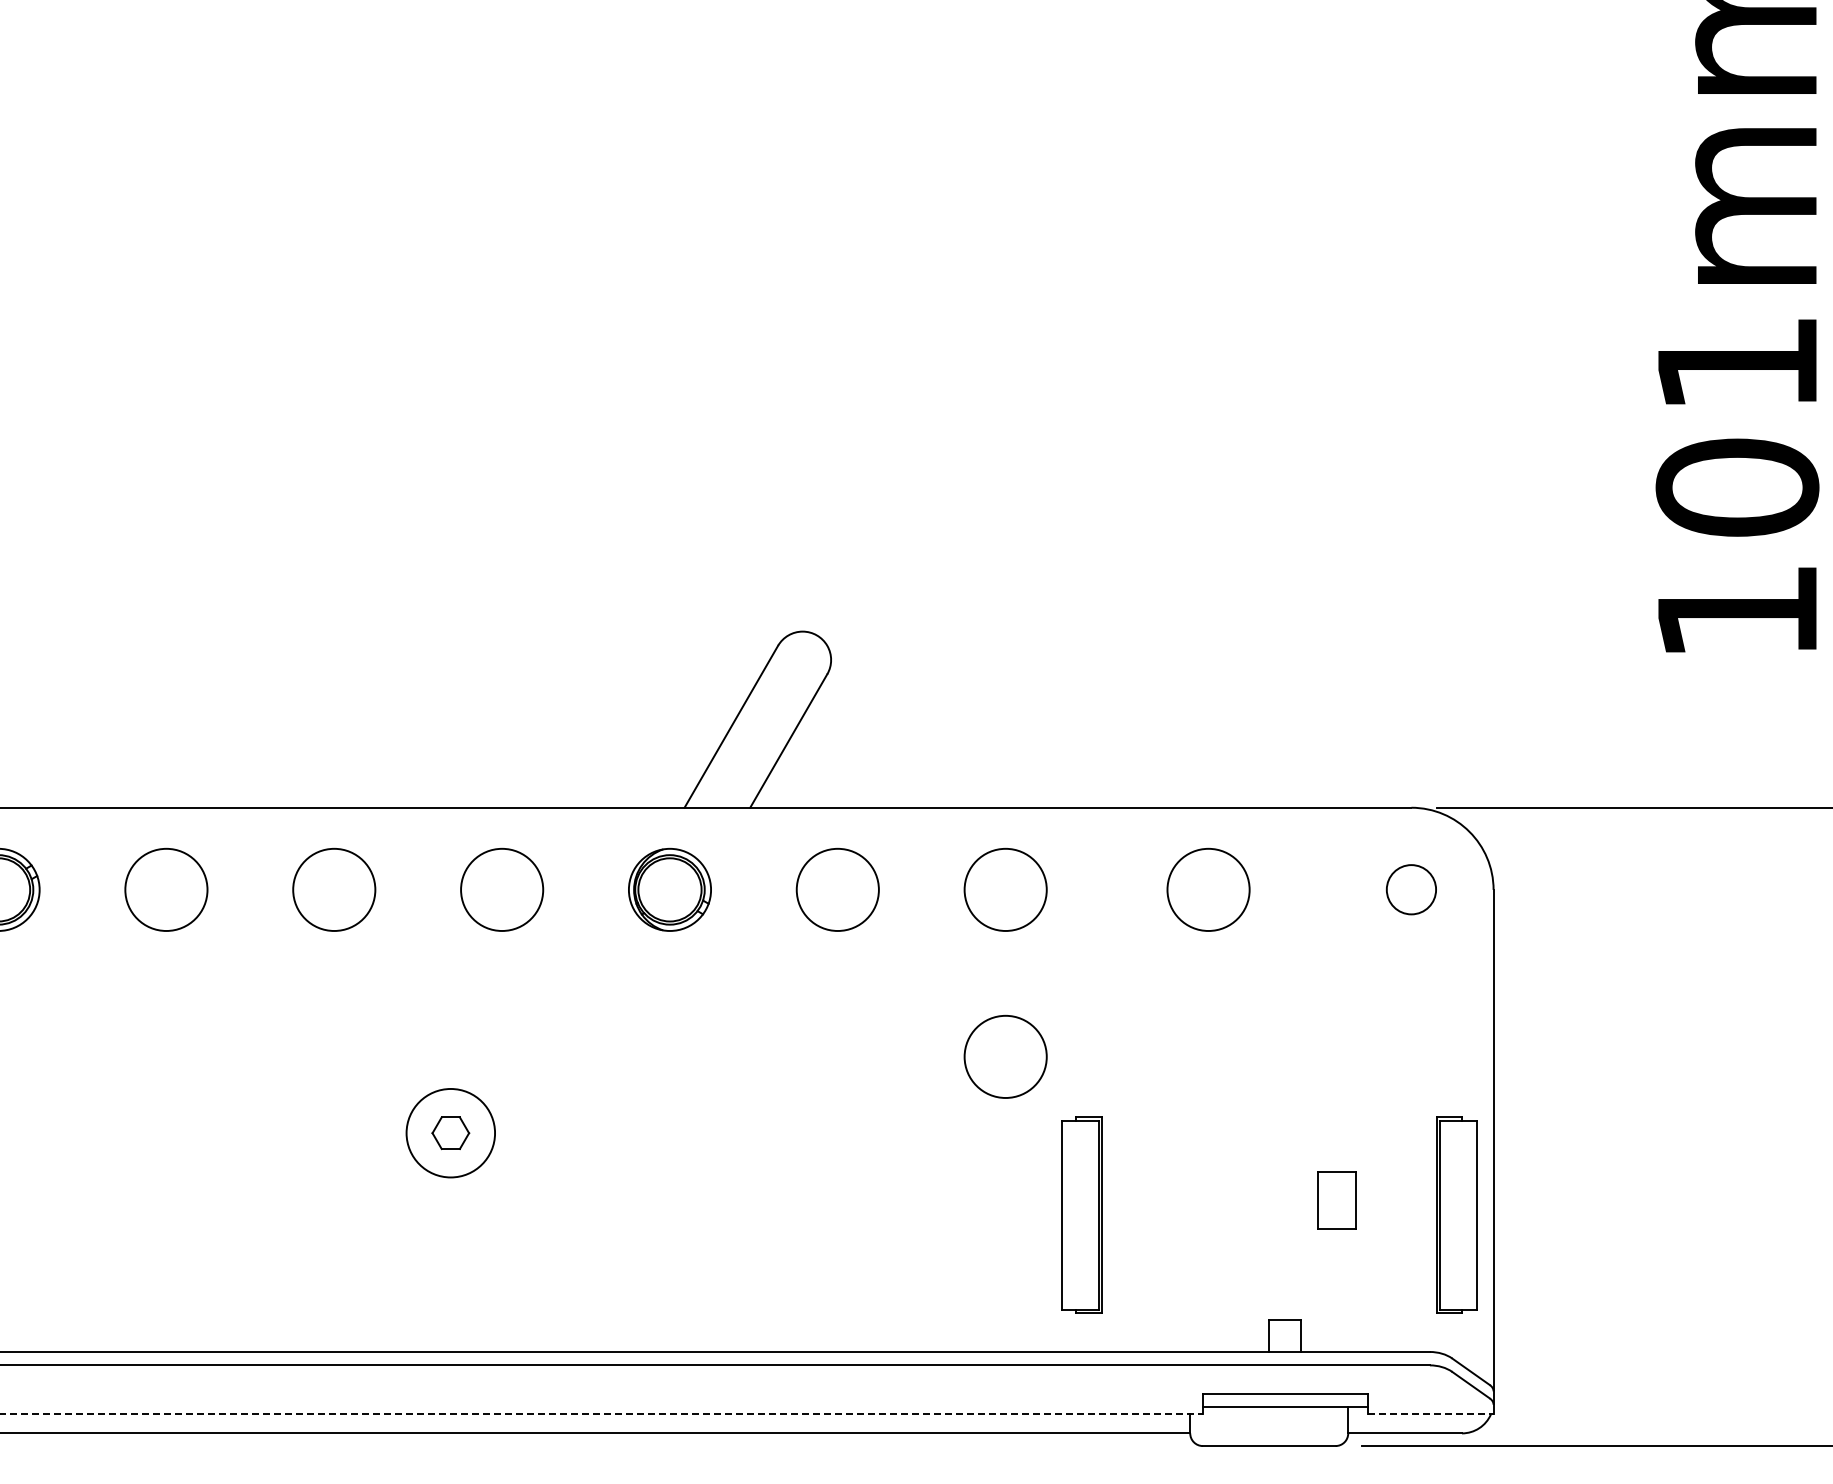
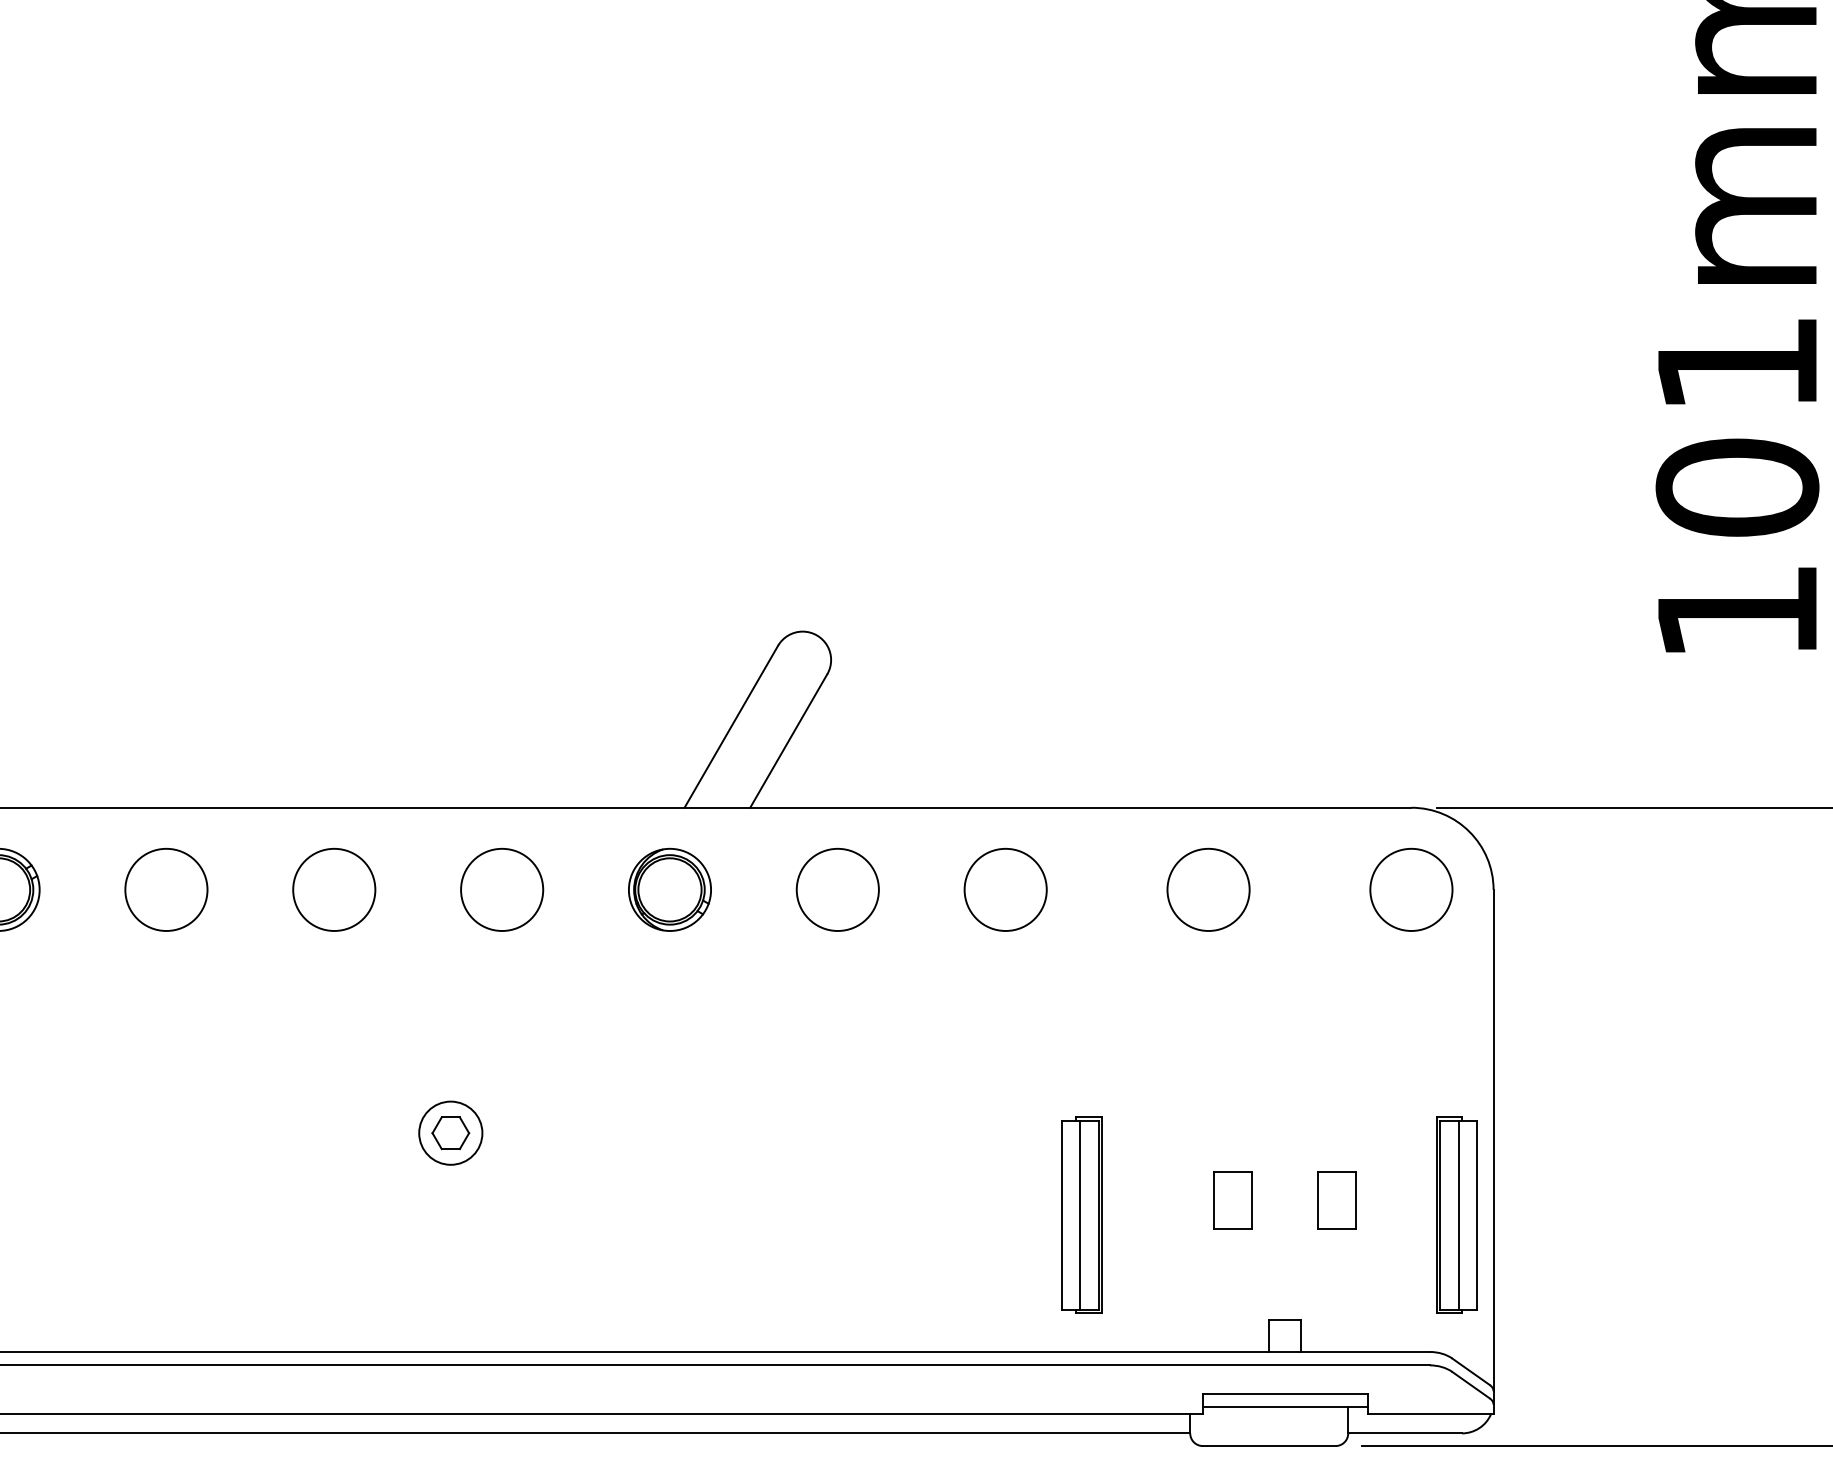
circle at (1410, 889) size: 52x52 px -> 85x85 px
circle at (1005, 1056): present -> none
circle at (450, 1132) diameter: 88 px -> 63 px
part at (1232, 1200): none -> present
line at (1079, 1215): none -> present
line at (1458, 1215): none -> present
line at (601, 1414): dashed -> solid
line at (1431, 1414): dashed -> solid
